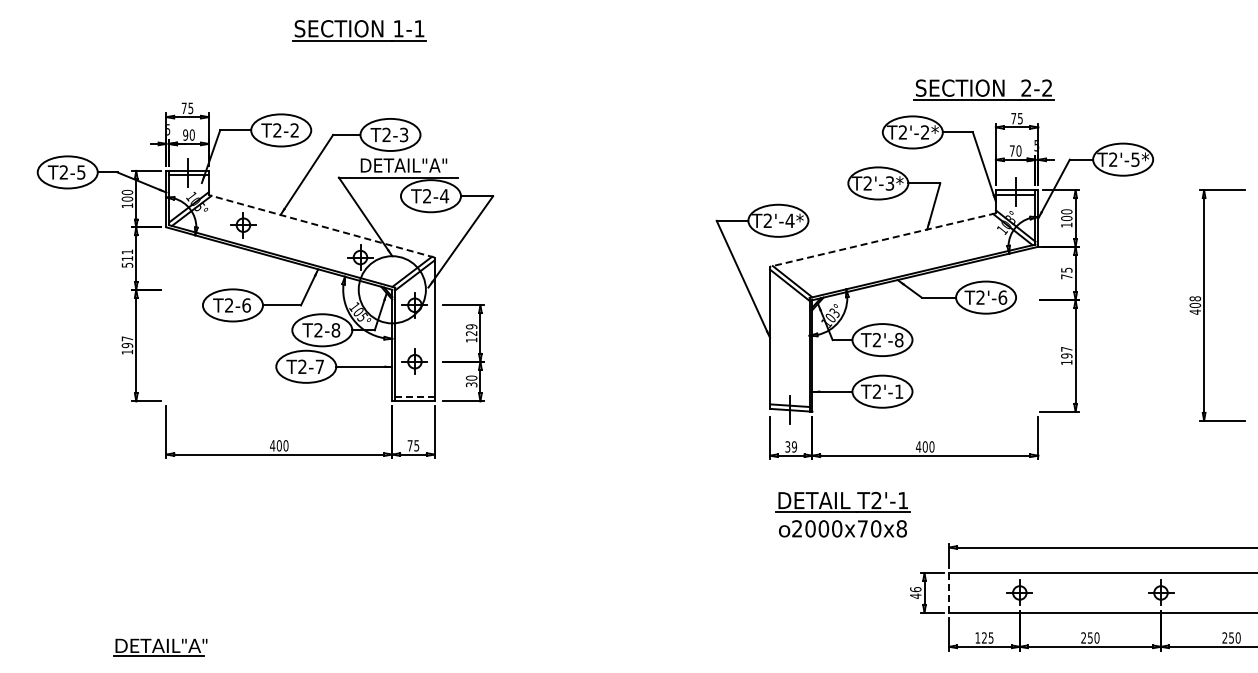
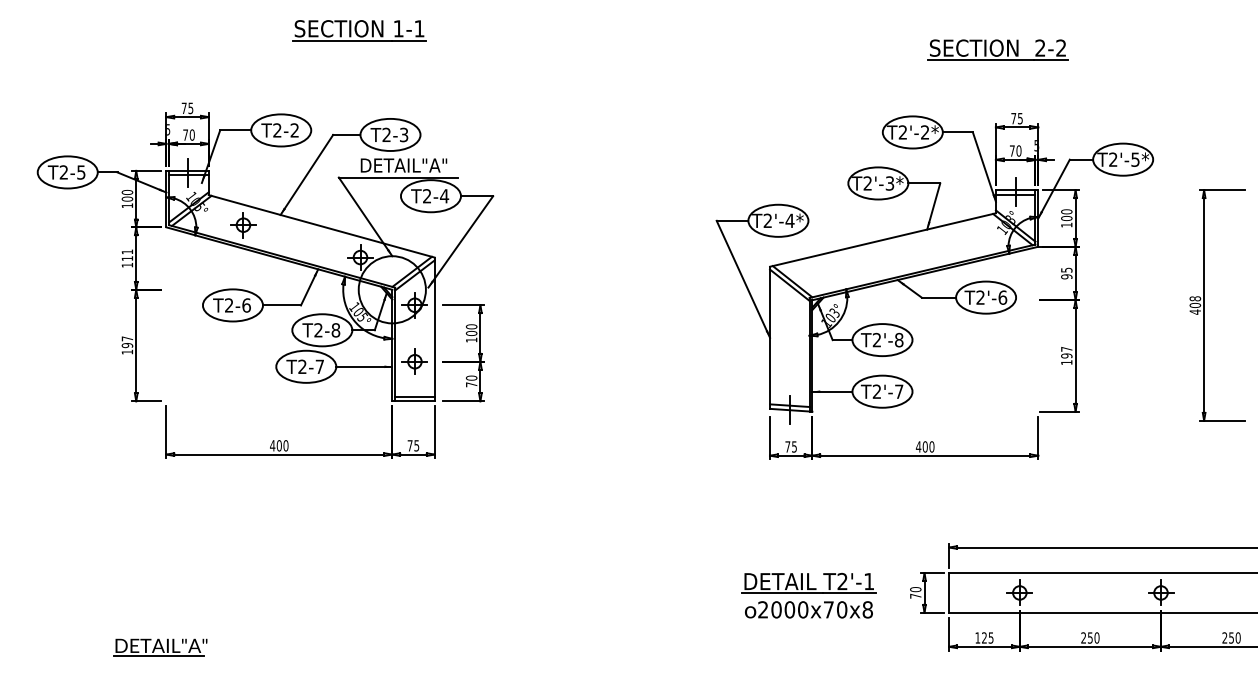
part at (983, 89) position: (983, 89) -> (997, 49)
text at (185, 134): 90 -> 70
line at (321, 226): dashed -> solid
line at (882, 240): dashed -> solid
text at (127, 264): 511 -> 111
text at (1066, 276): 75 -> 95
text at (471, 330): 129 -> 100
text at (471, 384): 30 -> 70
text at (899, 391): T2'-1 -> T2'-7
line at (414, 396): dashed -> solid
text at (791, 446): 39 -> 75
part at (842, 514) position: (842, 514) -> (808, 595)
text at (915, 592): 46 -> 70
line at (949, 592): dashed -> solid
